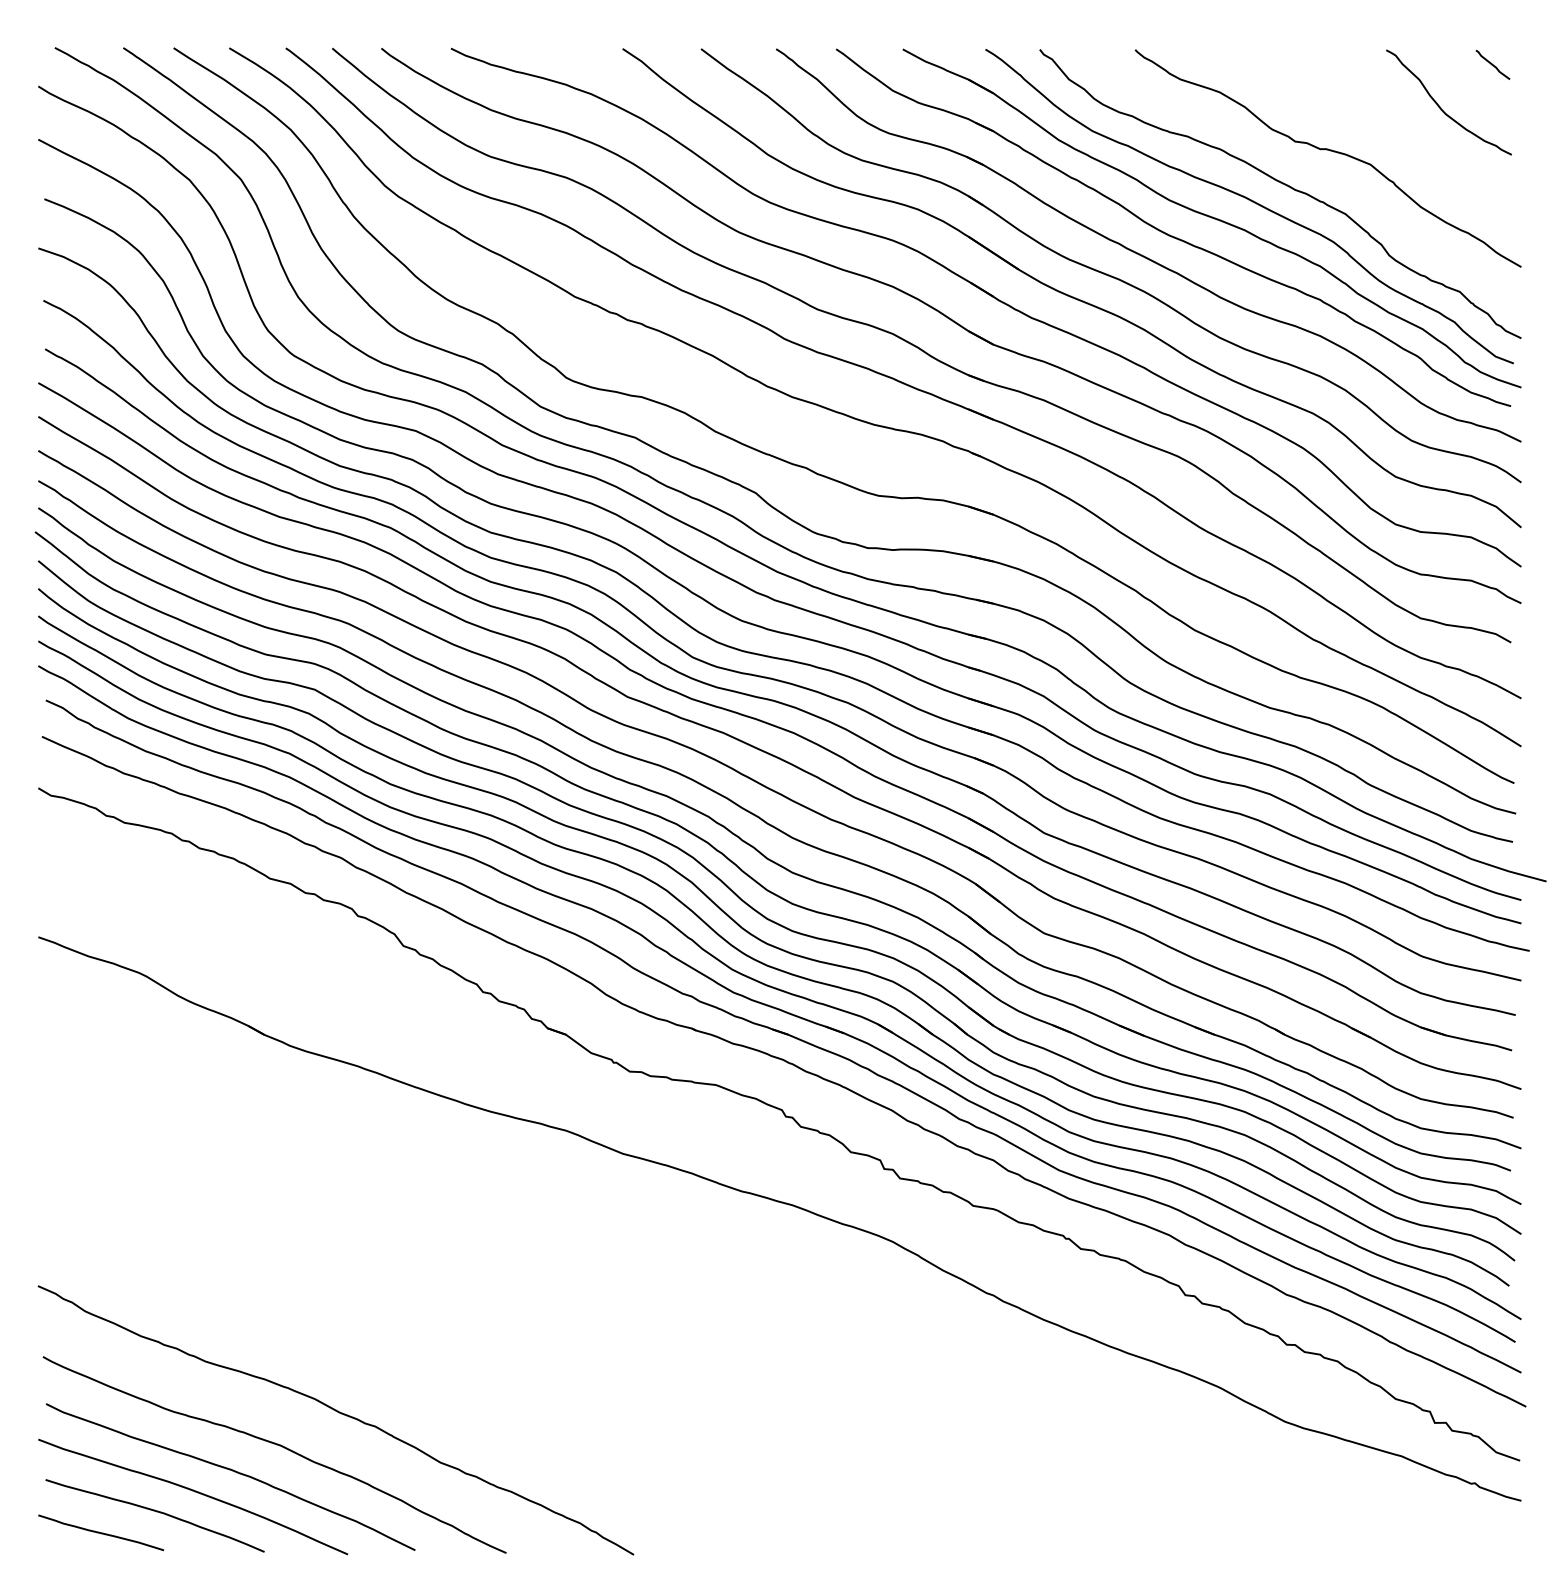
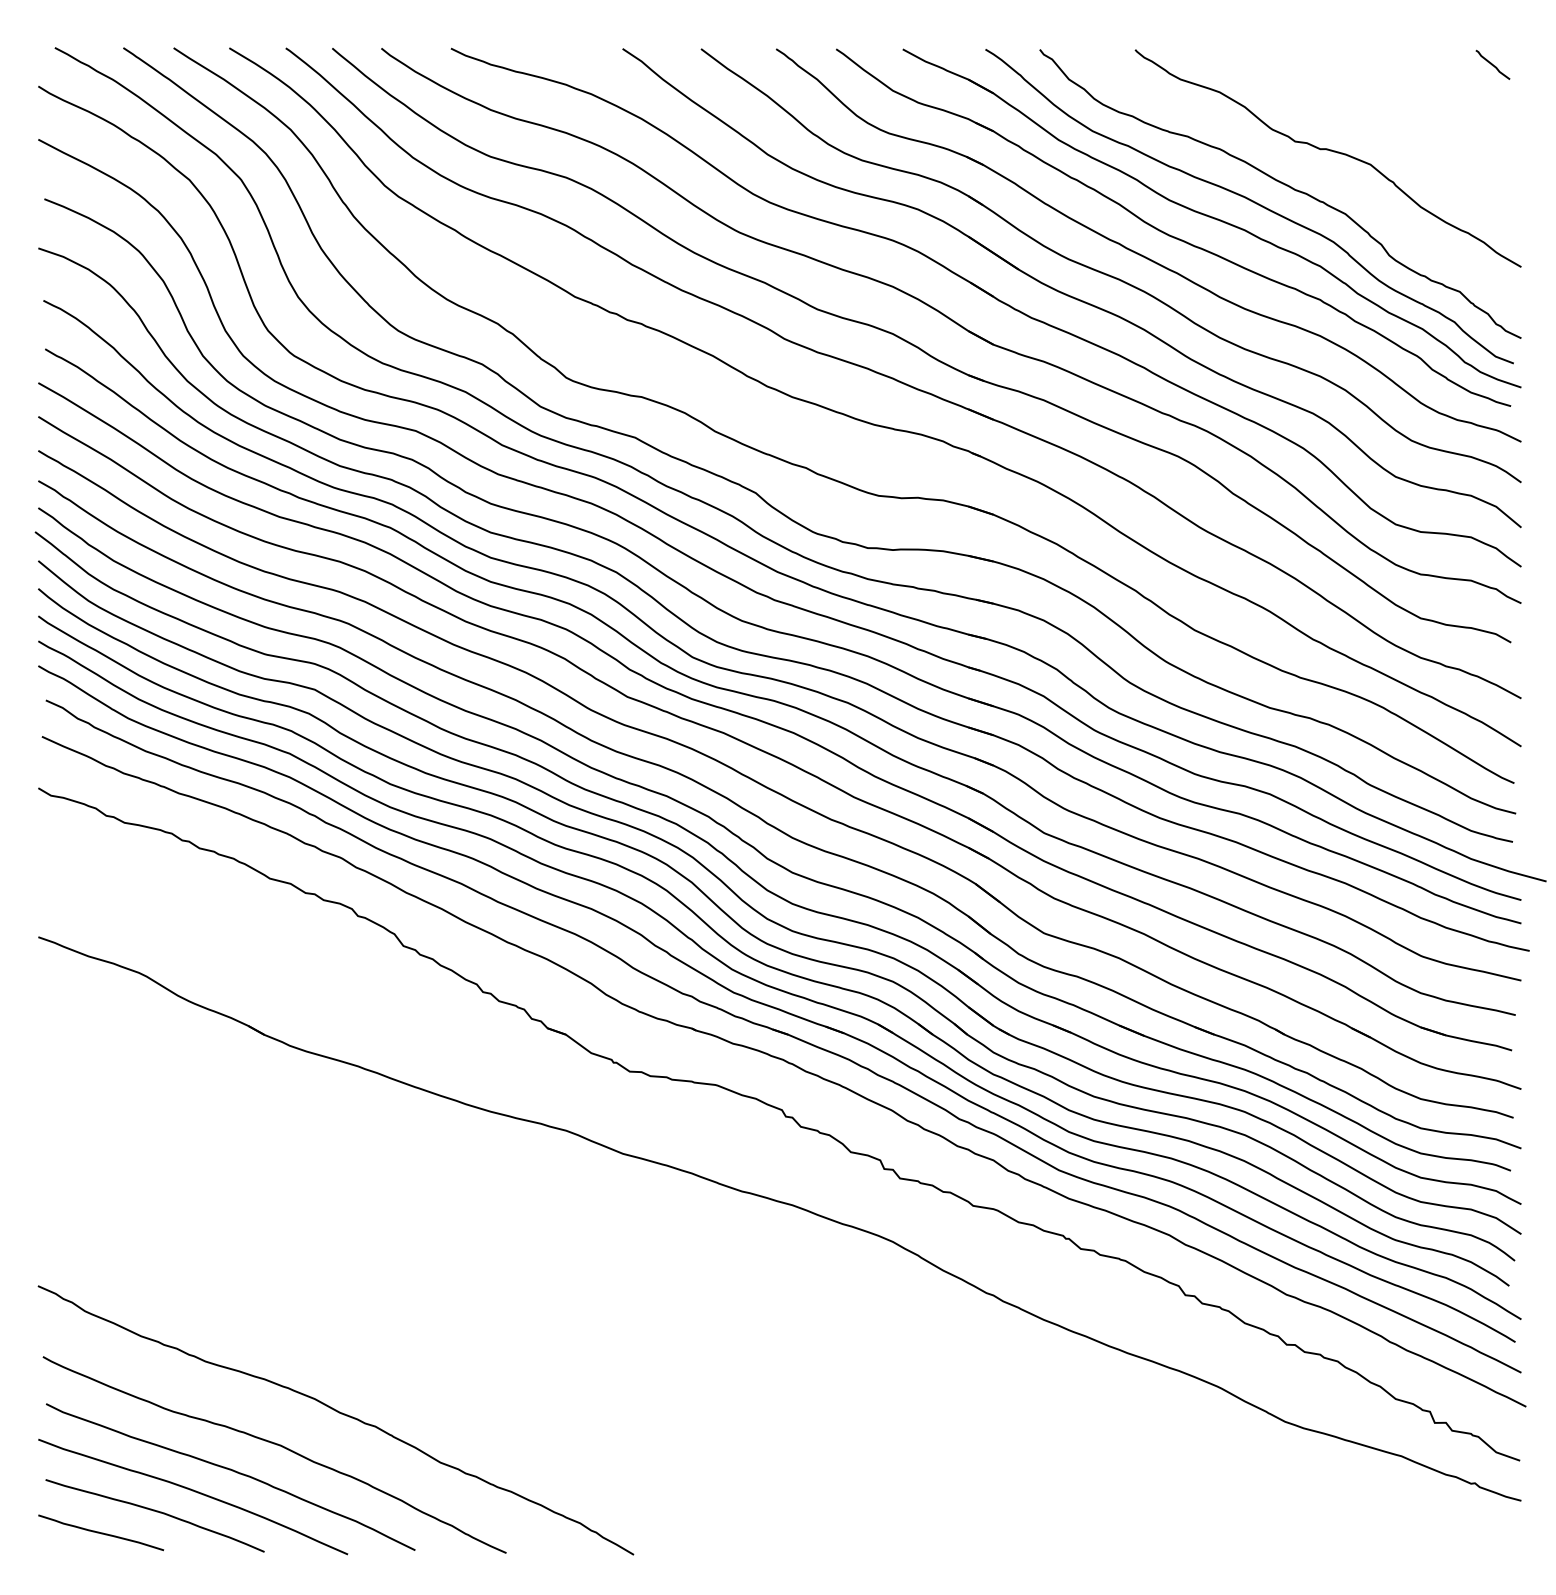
curve at (1441, 107): present -> none
